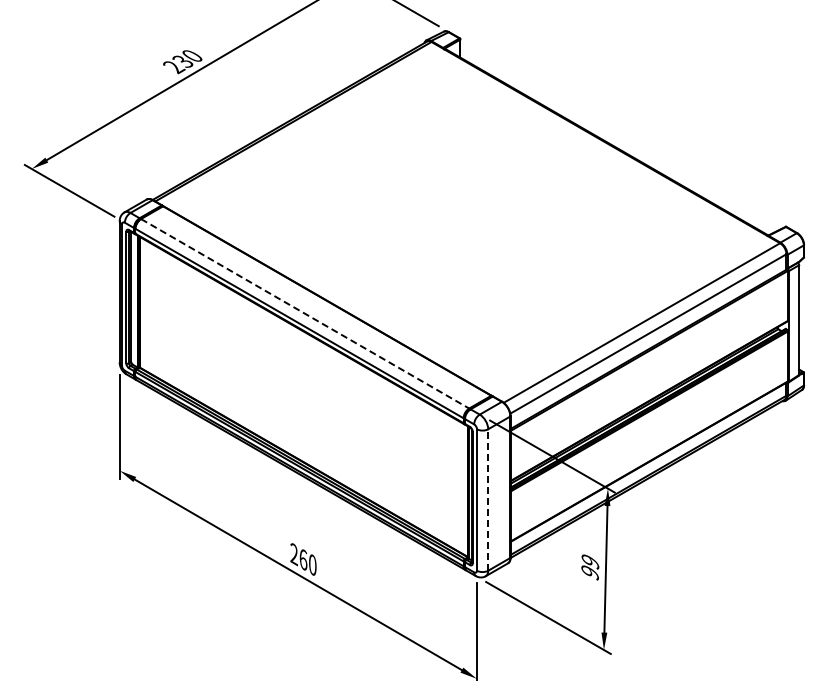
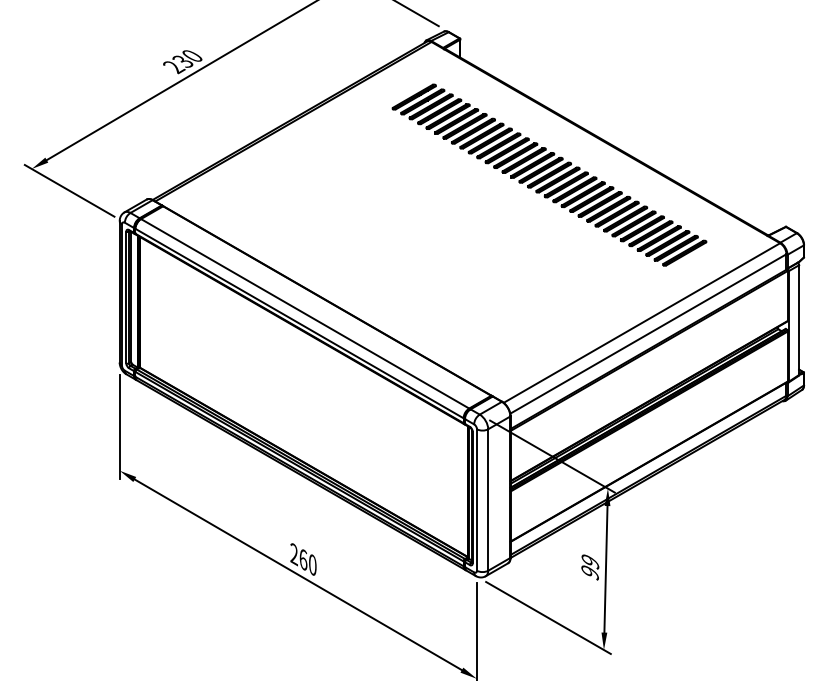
part at (549, 174): none -> present
line at (305, 314): dashed -> solid
line at (488, 500): dashed -> solid
